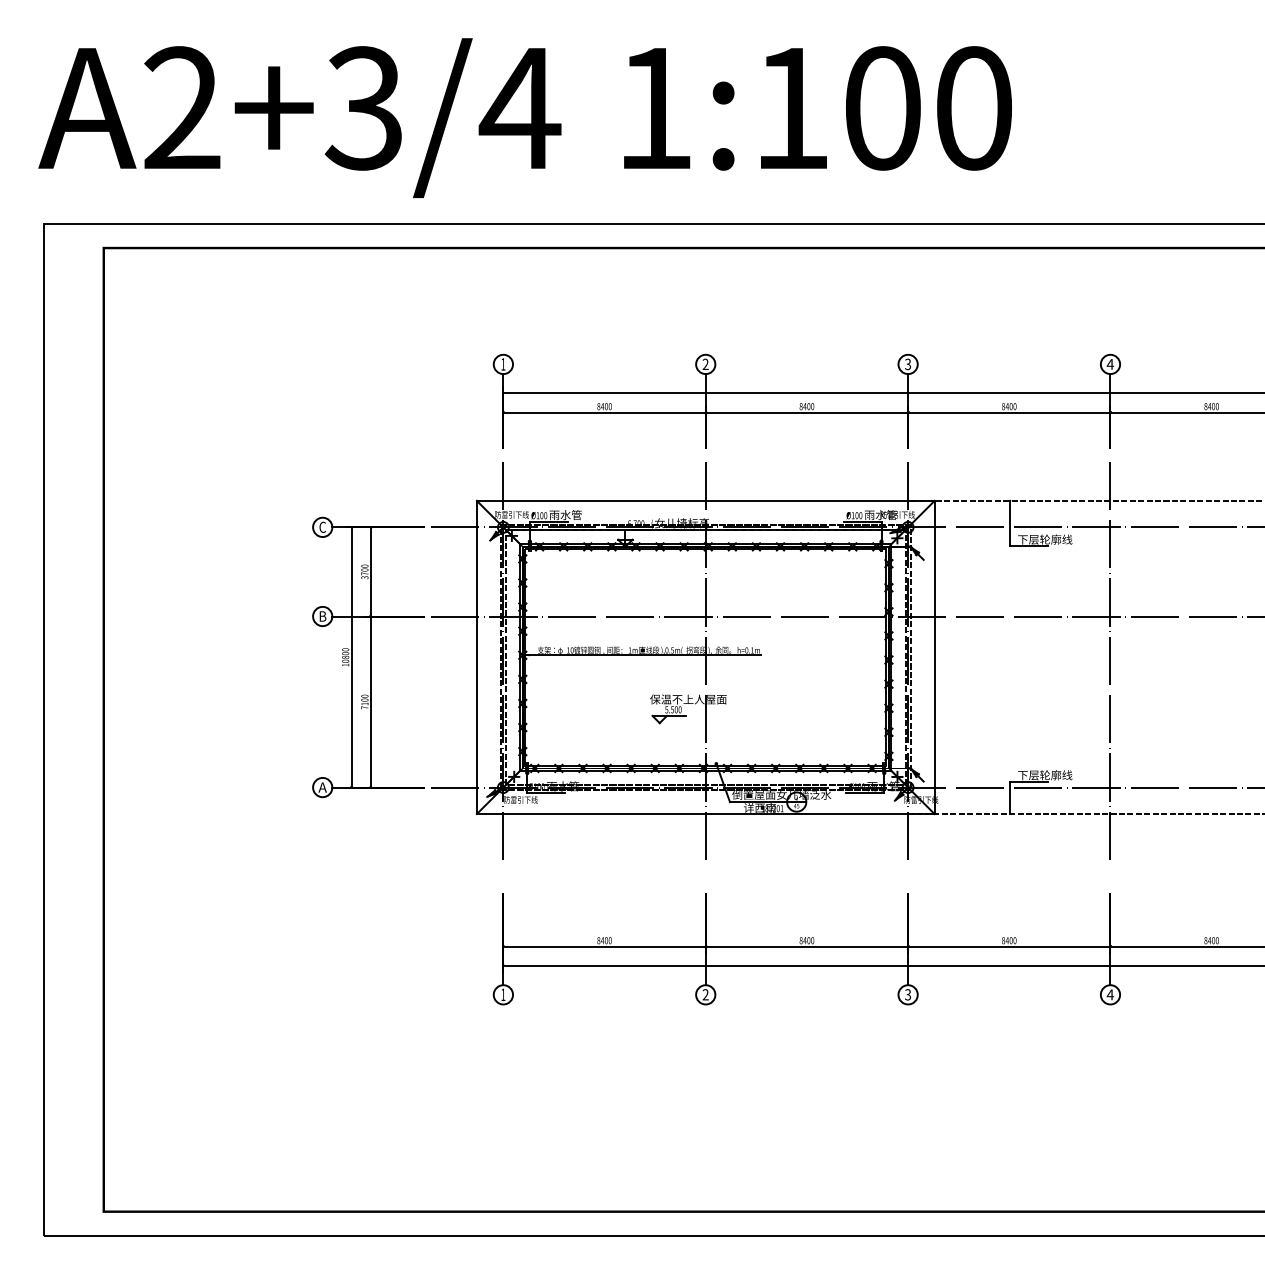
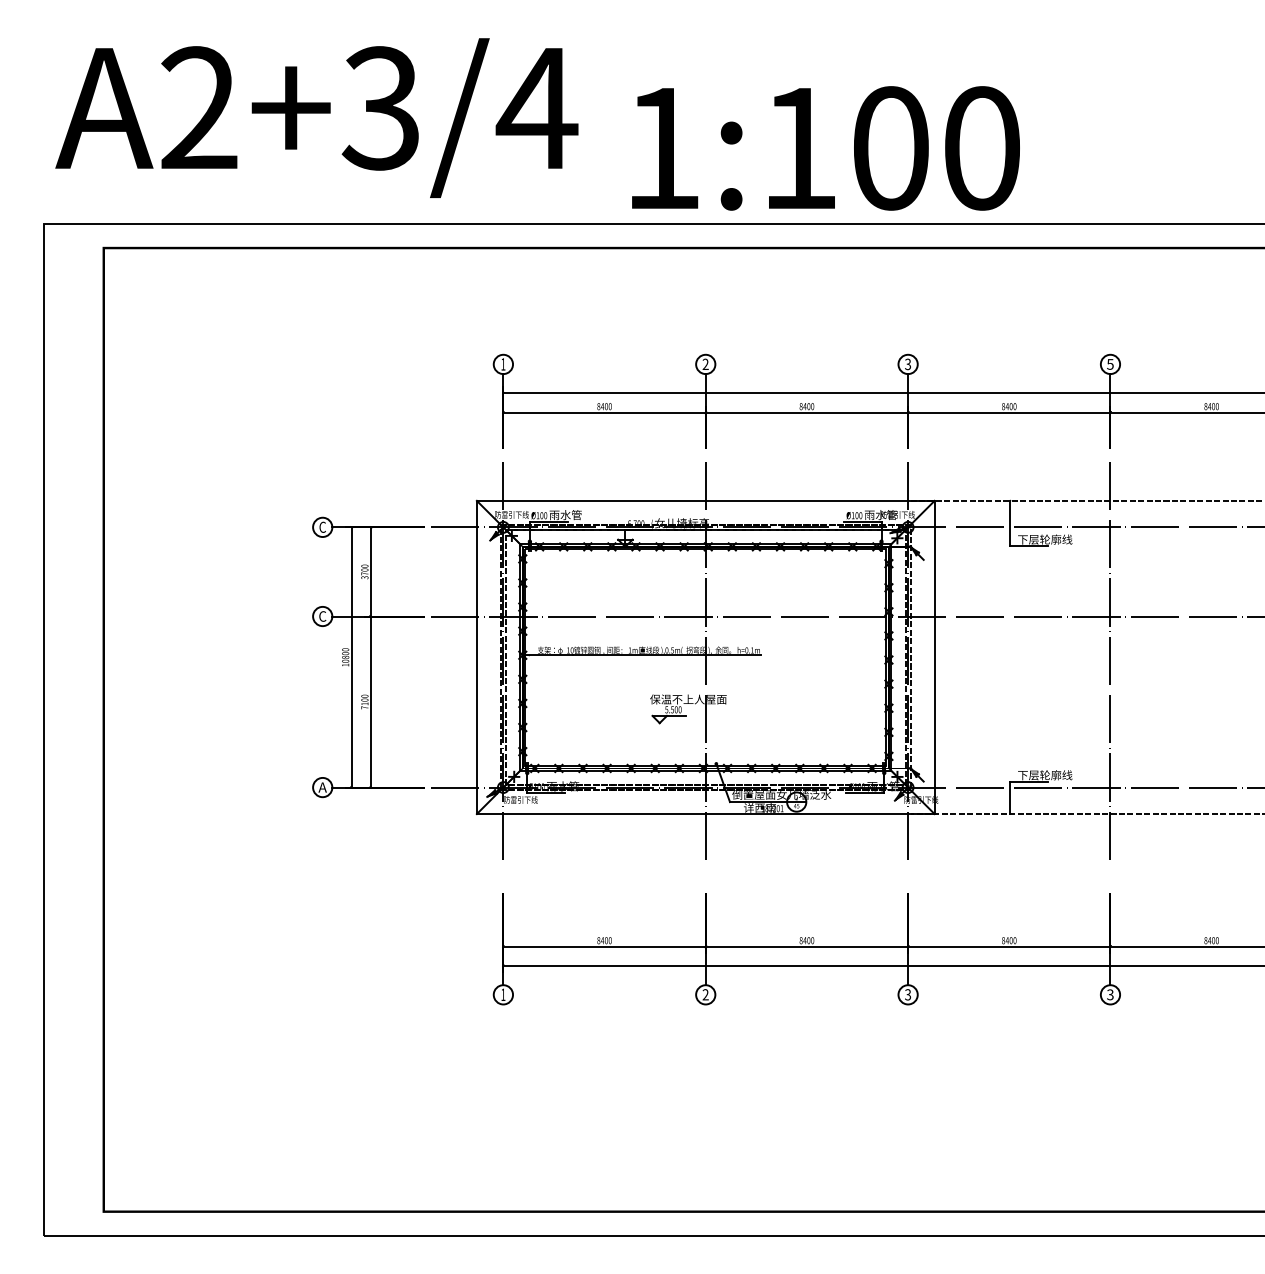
text at (817, 108) position: (817, 108) -> (825, 148)
text at (299, 117) position: (299, 117) -> (316, 117)
text at (1110, 364): 4 -> 5
text at (322, 616): B -> C
text at (1110, 994): 4 -> 3
